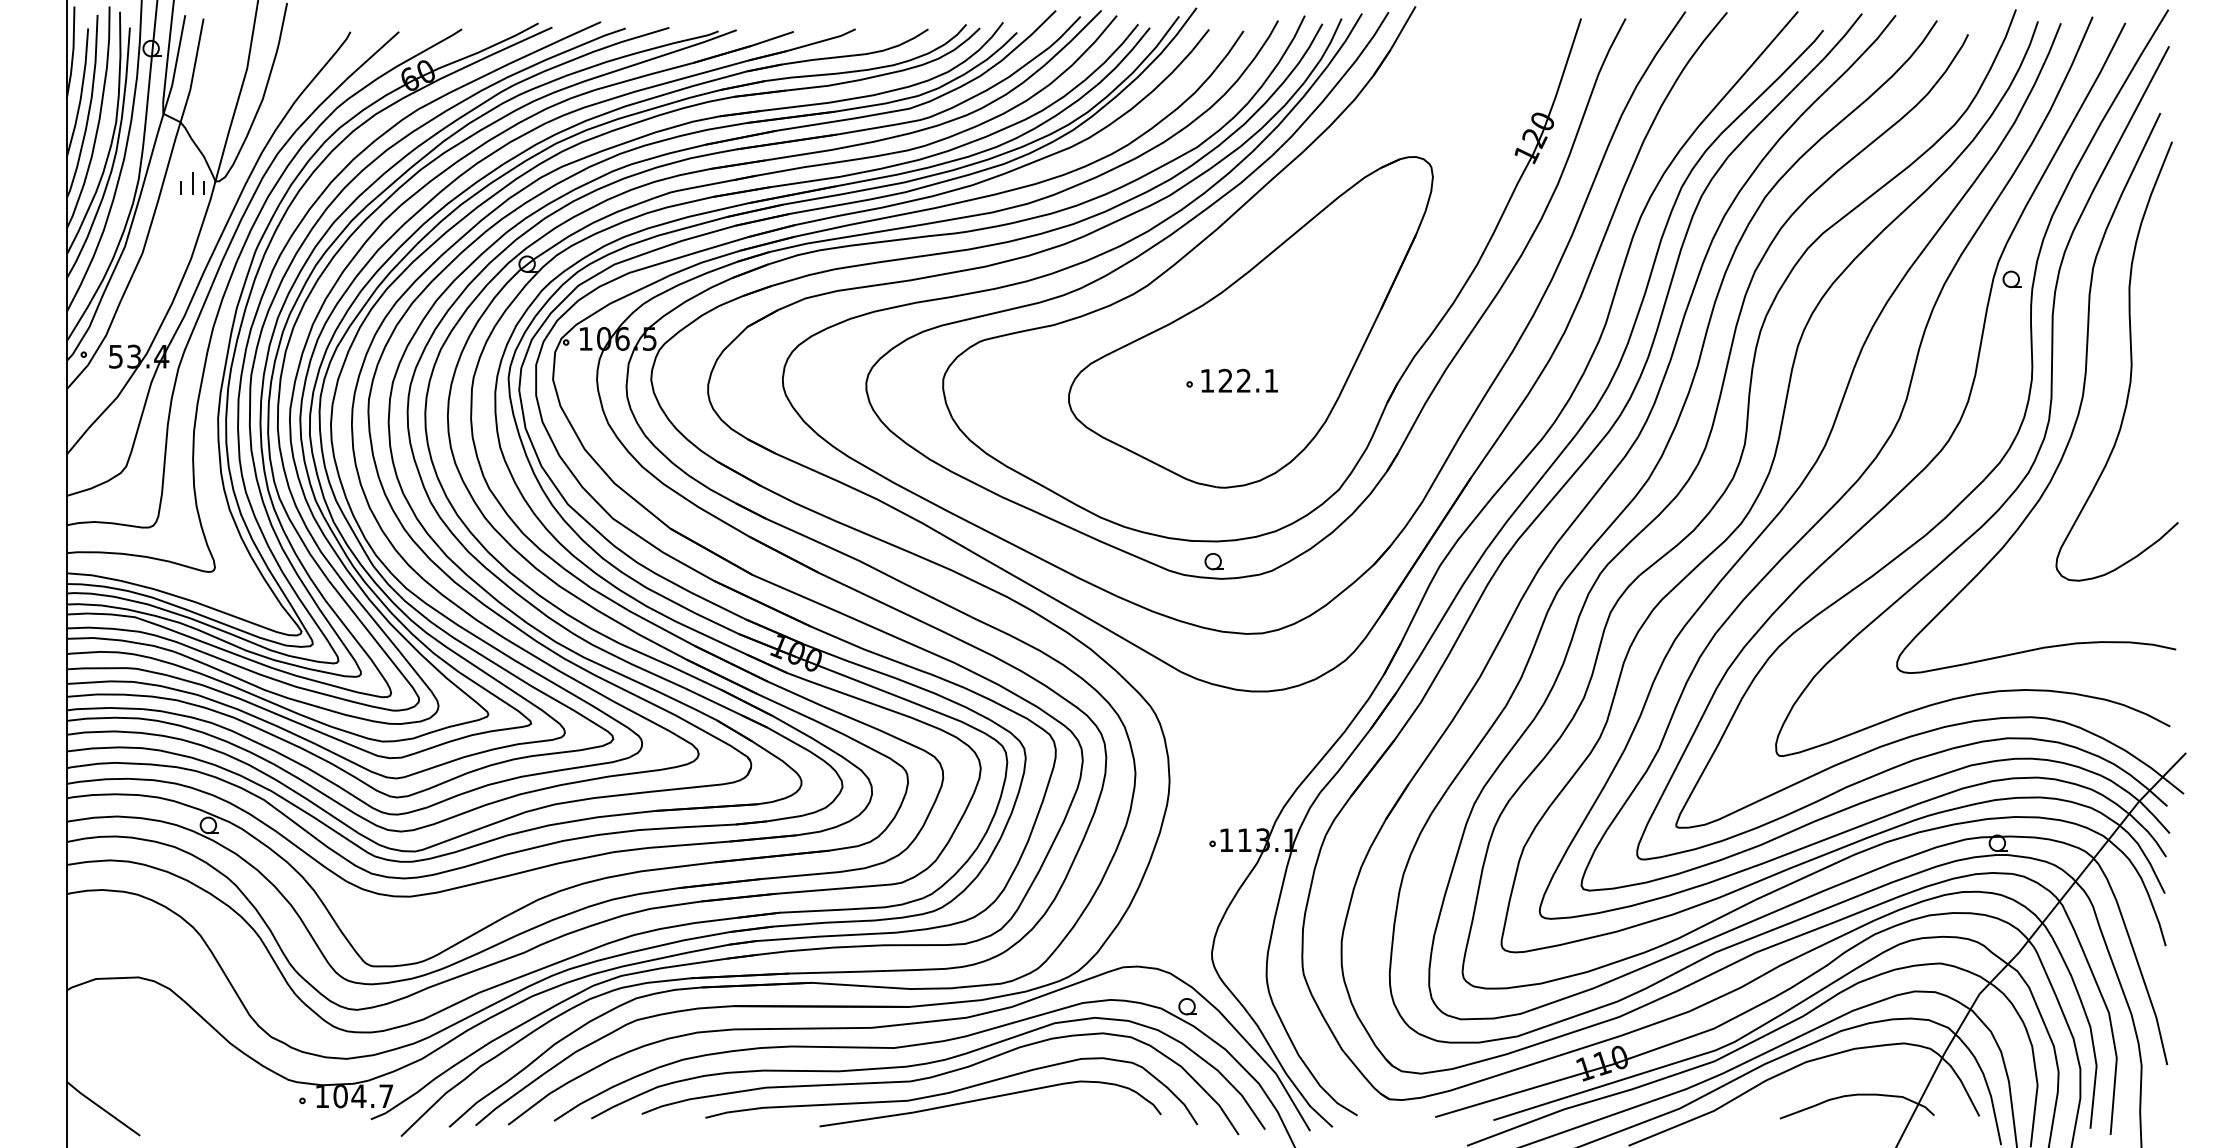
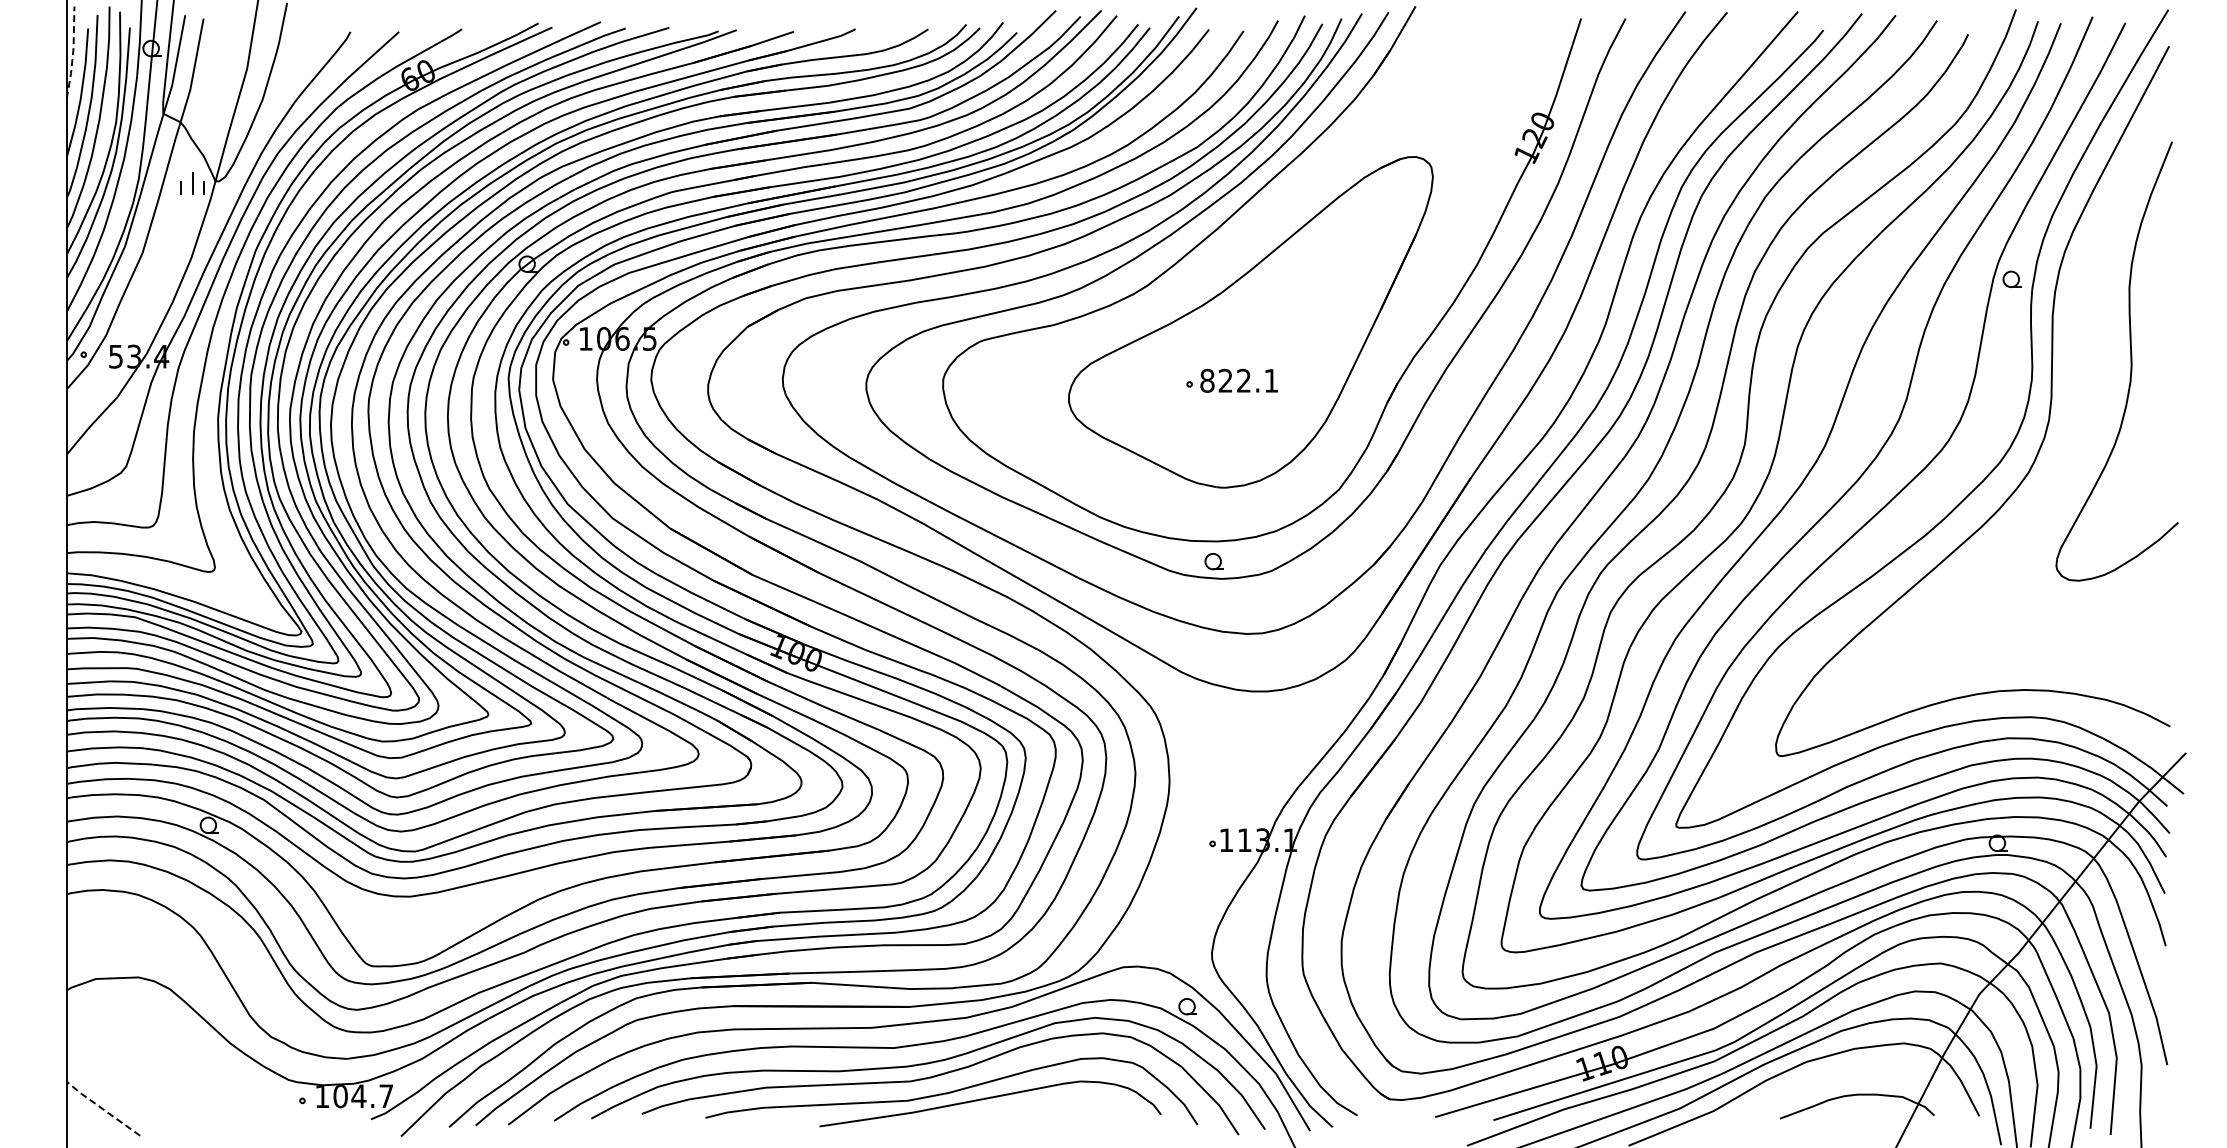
line at (73, 52): solid -> dashed
text at (1207, 380): 122.1 -> 822.1
curve at (2080, 401): present -> none
line at (102, 1108): solid -> dashed
